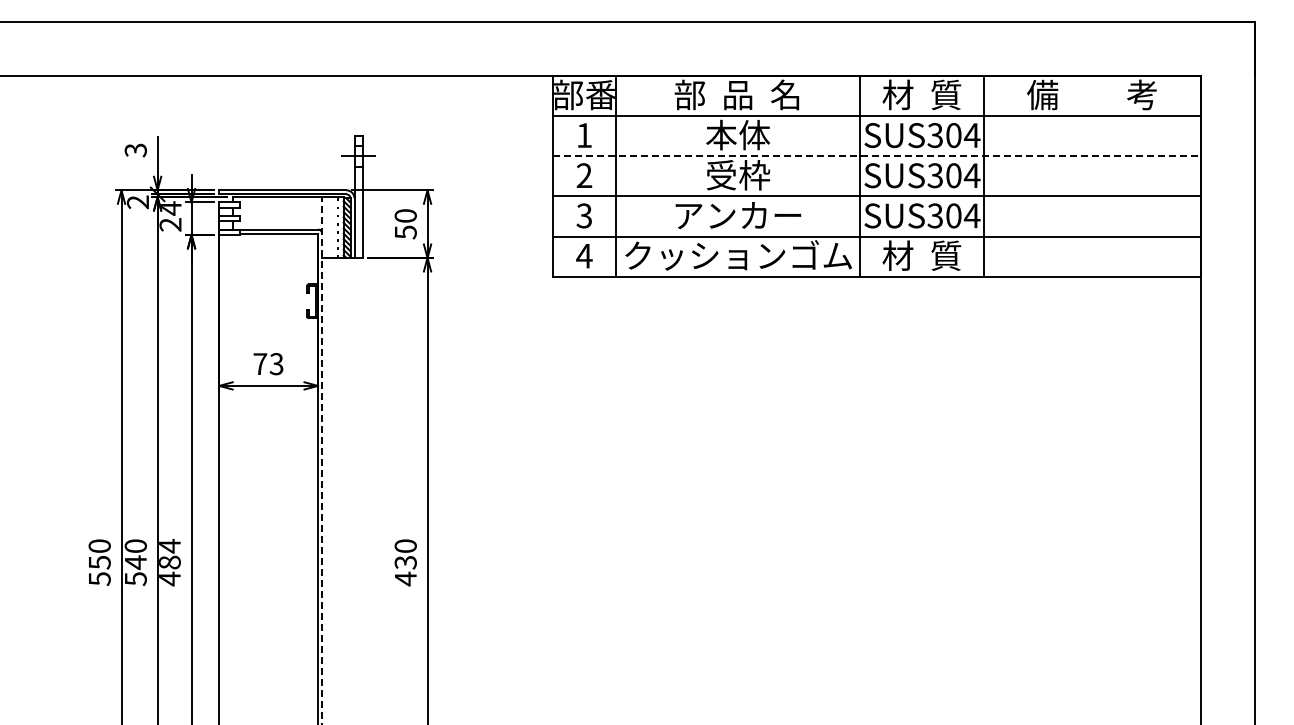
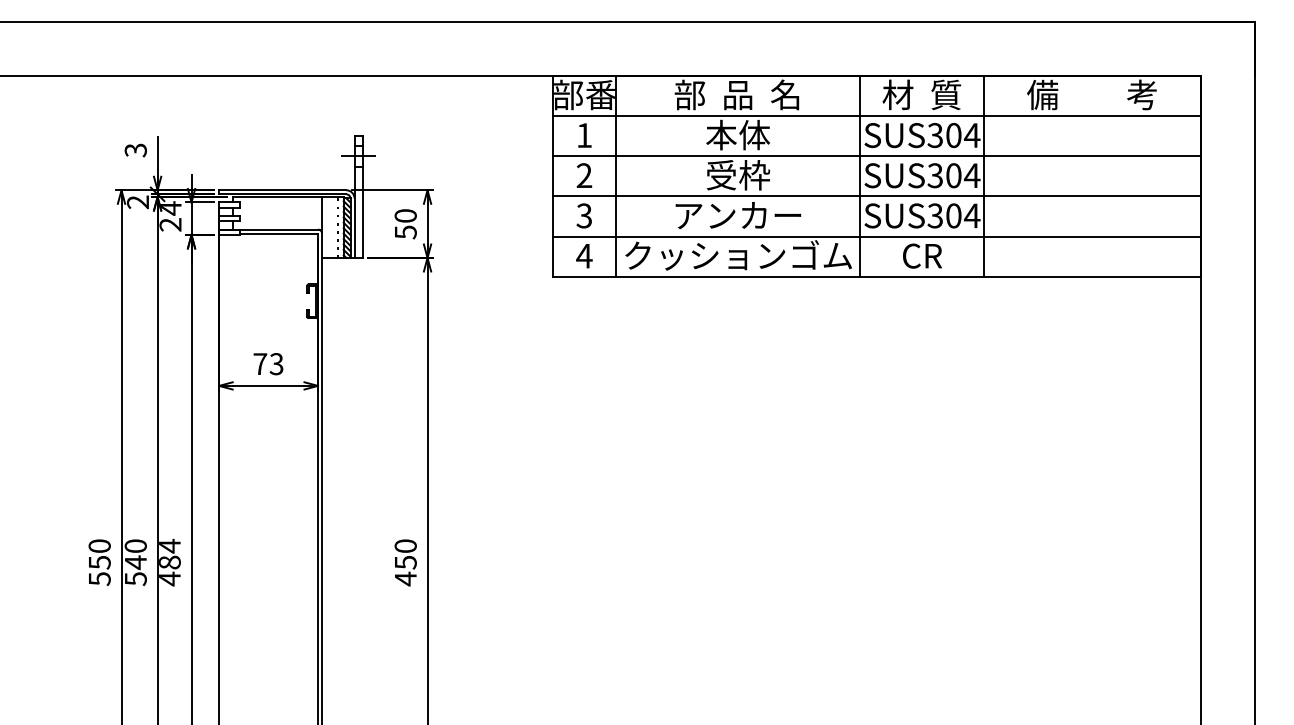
line at (877, 156): dashed -> solid
text at (921, 255): 材  質 -> CR
line at (322, 460): dashed -> solid
text at (405, 562): 430 -> 450
